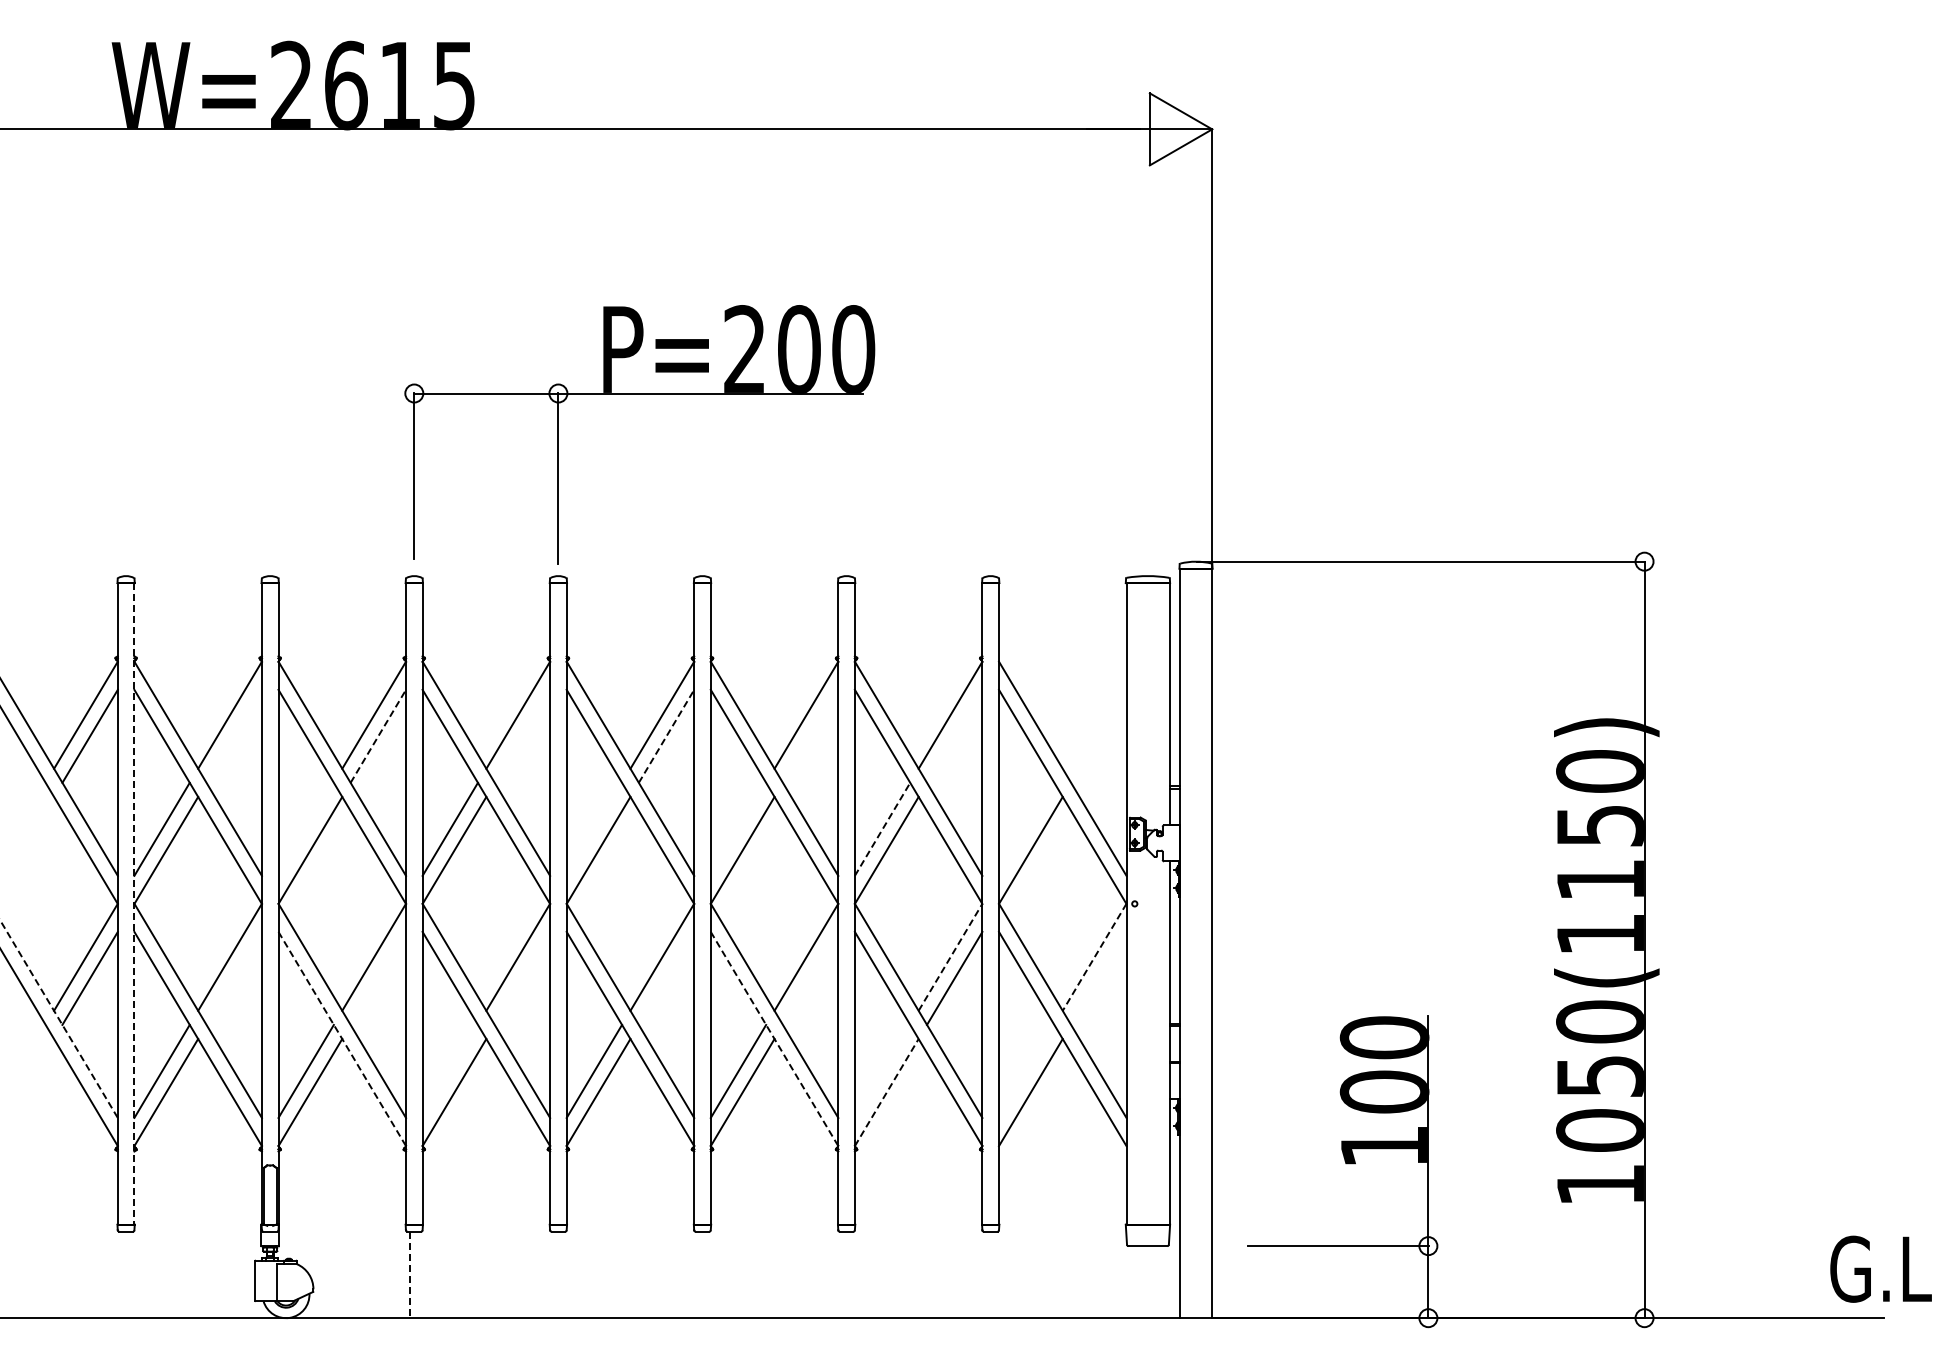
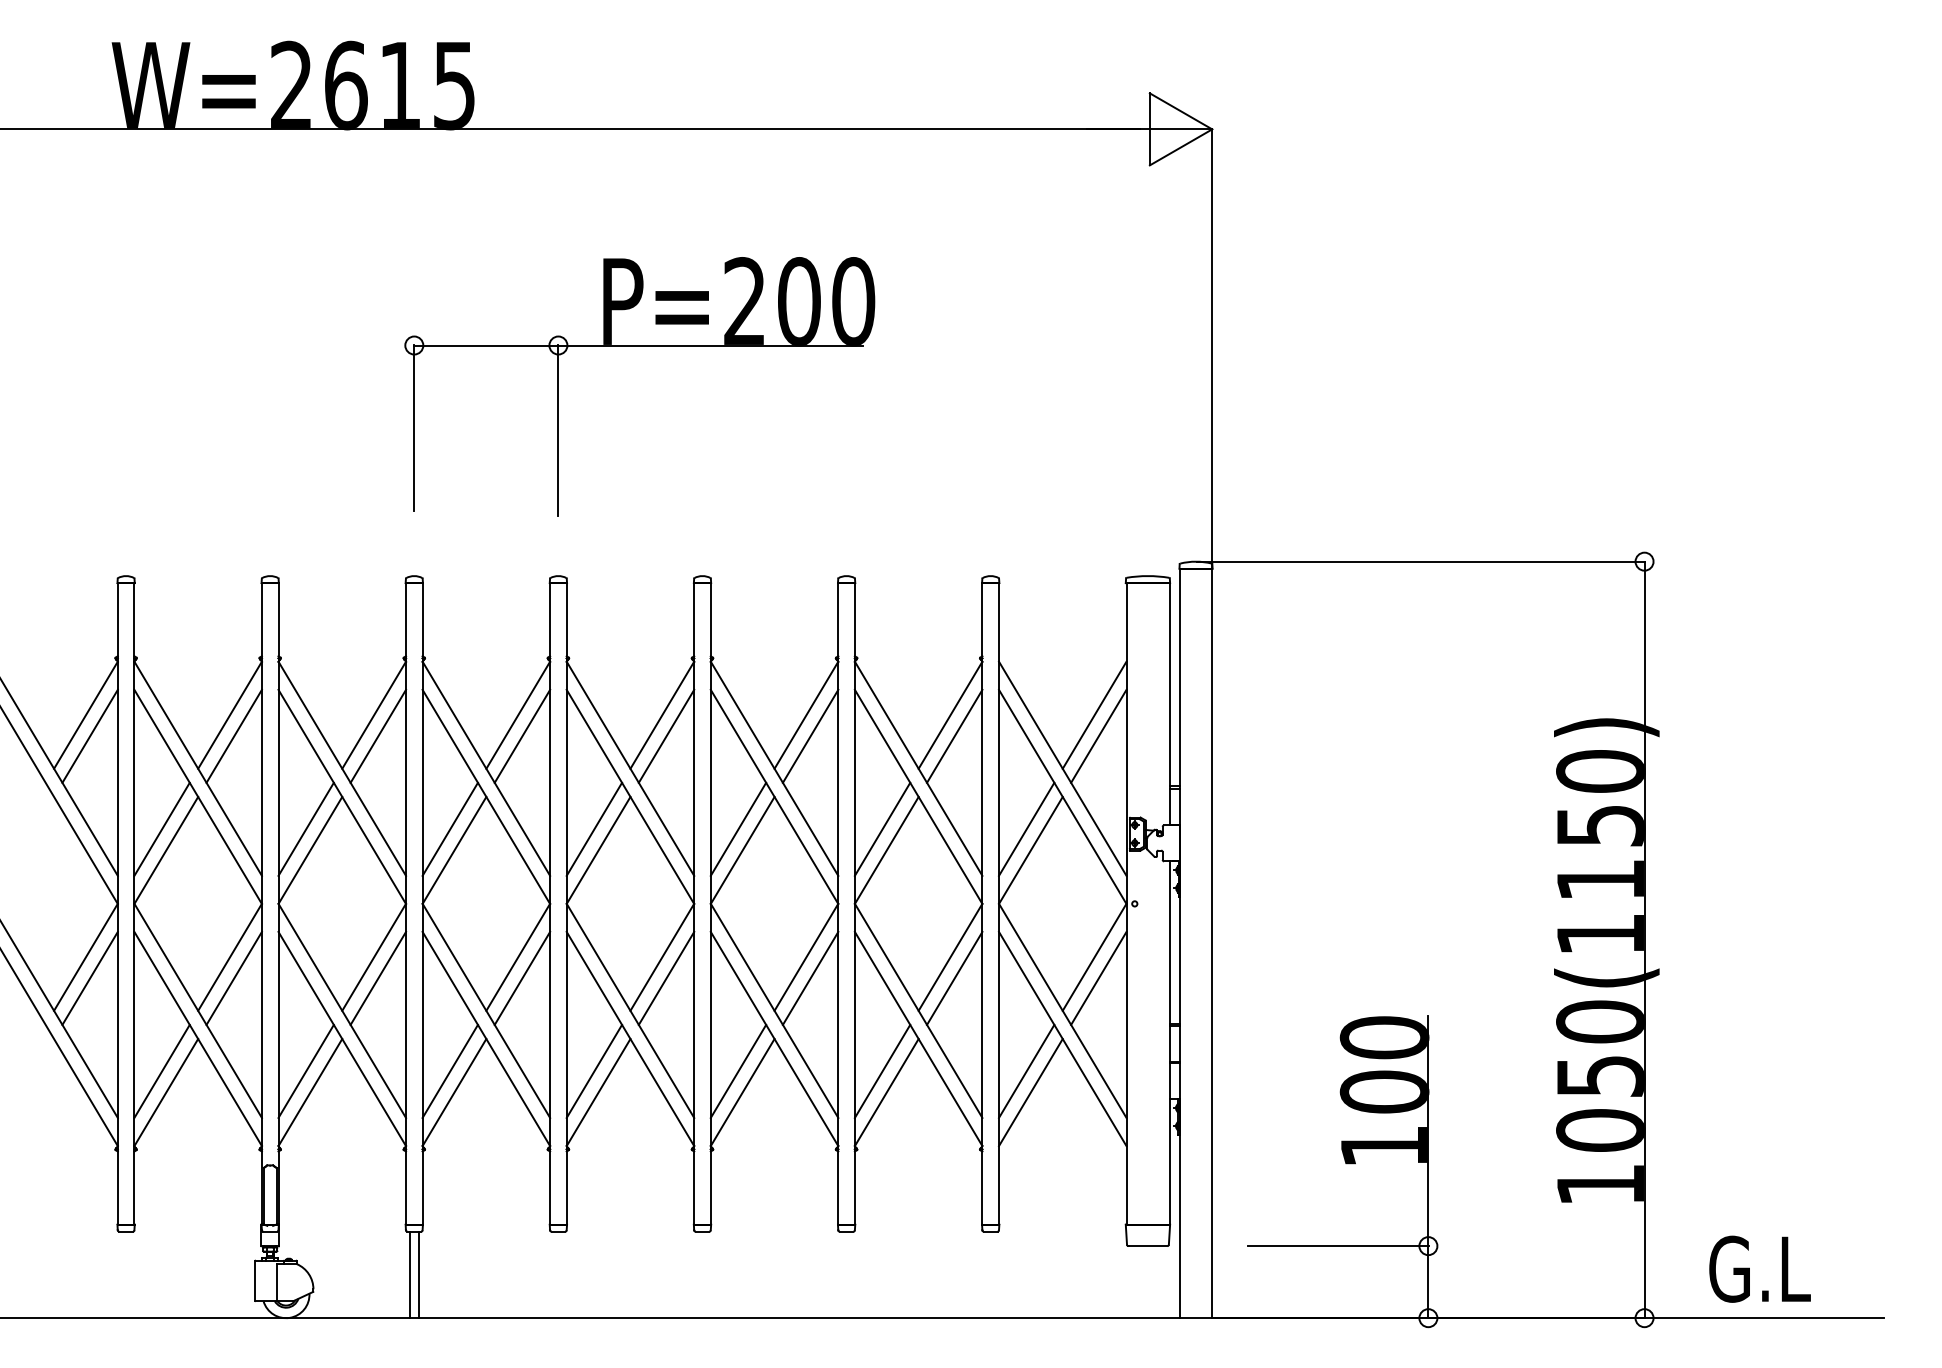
part at (639, 394) position: (639, 394) -> (639, 346)
line at (1094, 714): none -> present
line at (233, 735): none -> present
line at (378, 735): dashed -> solid
line at (522, 735): none -> present
line at (666, 735): dashed -> solid
line at (810, 735): none -> present
line at (954, 735): none -> present
line at (1098, 735): none -> present
line at (305, 828): none -> present
line at (594, 828): none -> present
line at (738, 828): none -> present
line at (882, 828): dashed -> solid
line at (1026, 828): none -> present
line at (134, 903): dashed -> solid
line at (950, 956): dashed -> solid
line at (1094, 957): dashed -> solid
line at (233, 977): none -> present
line at (378, 977): none -> present
line at (522, 977): none -> present
line at (666, 977): none -> present
line at (810, 977): none -> present
line at (1098, 977): none -> present
line at (59, 1019): dashed -> solid
line at (342, 1039): dashed -> solid
line at (774, 1039): dashed -> solid
line at (449, 1070): none -> present
line at (882, 1070): none -> present
line at (1026, 1070): none -> present
line at (887, 1092): dashed -> solid
text at (1880, 1268) position: (1880, 1268) -> (1759, 1268)
line at (418, 1274): none -> present
line at (410, 1275): dashed -> solid
